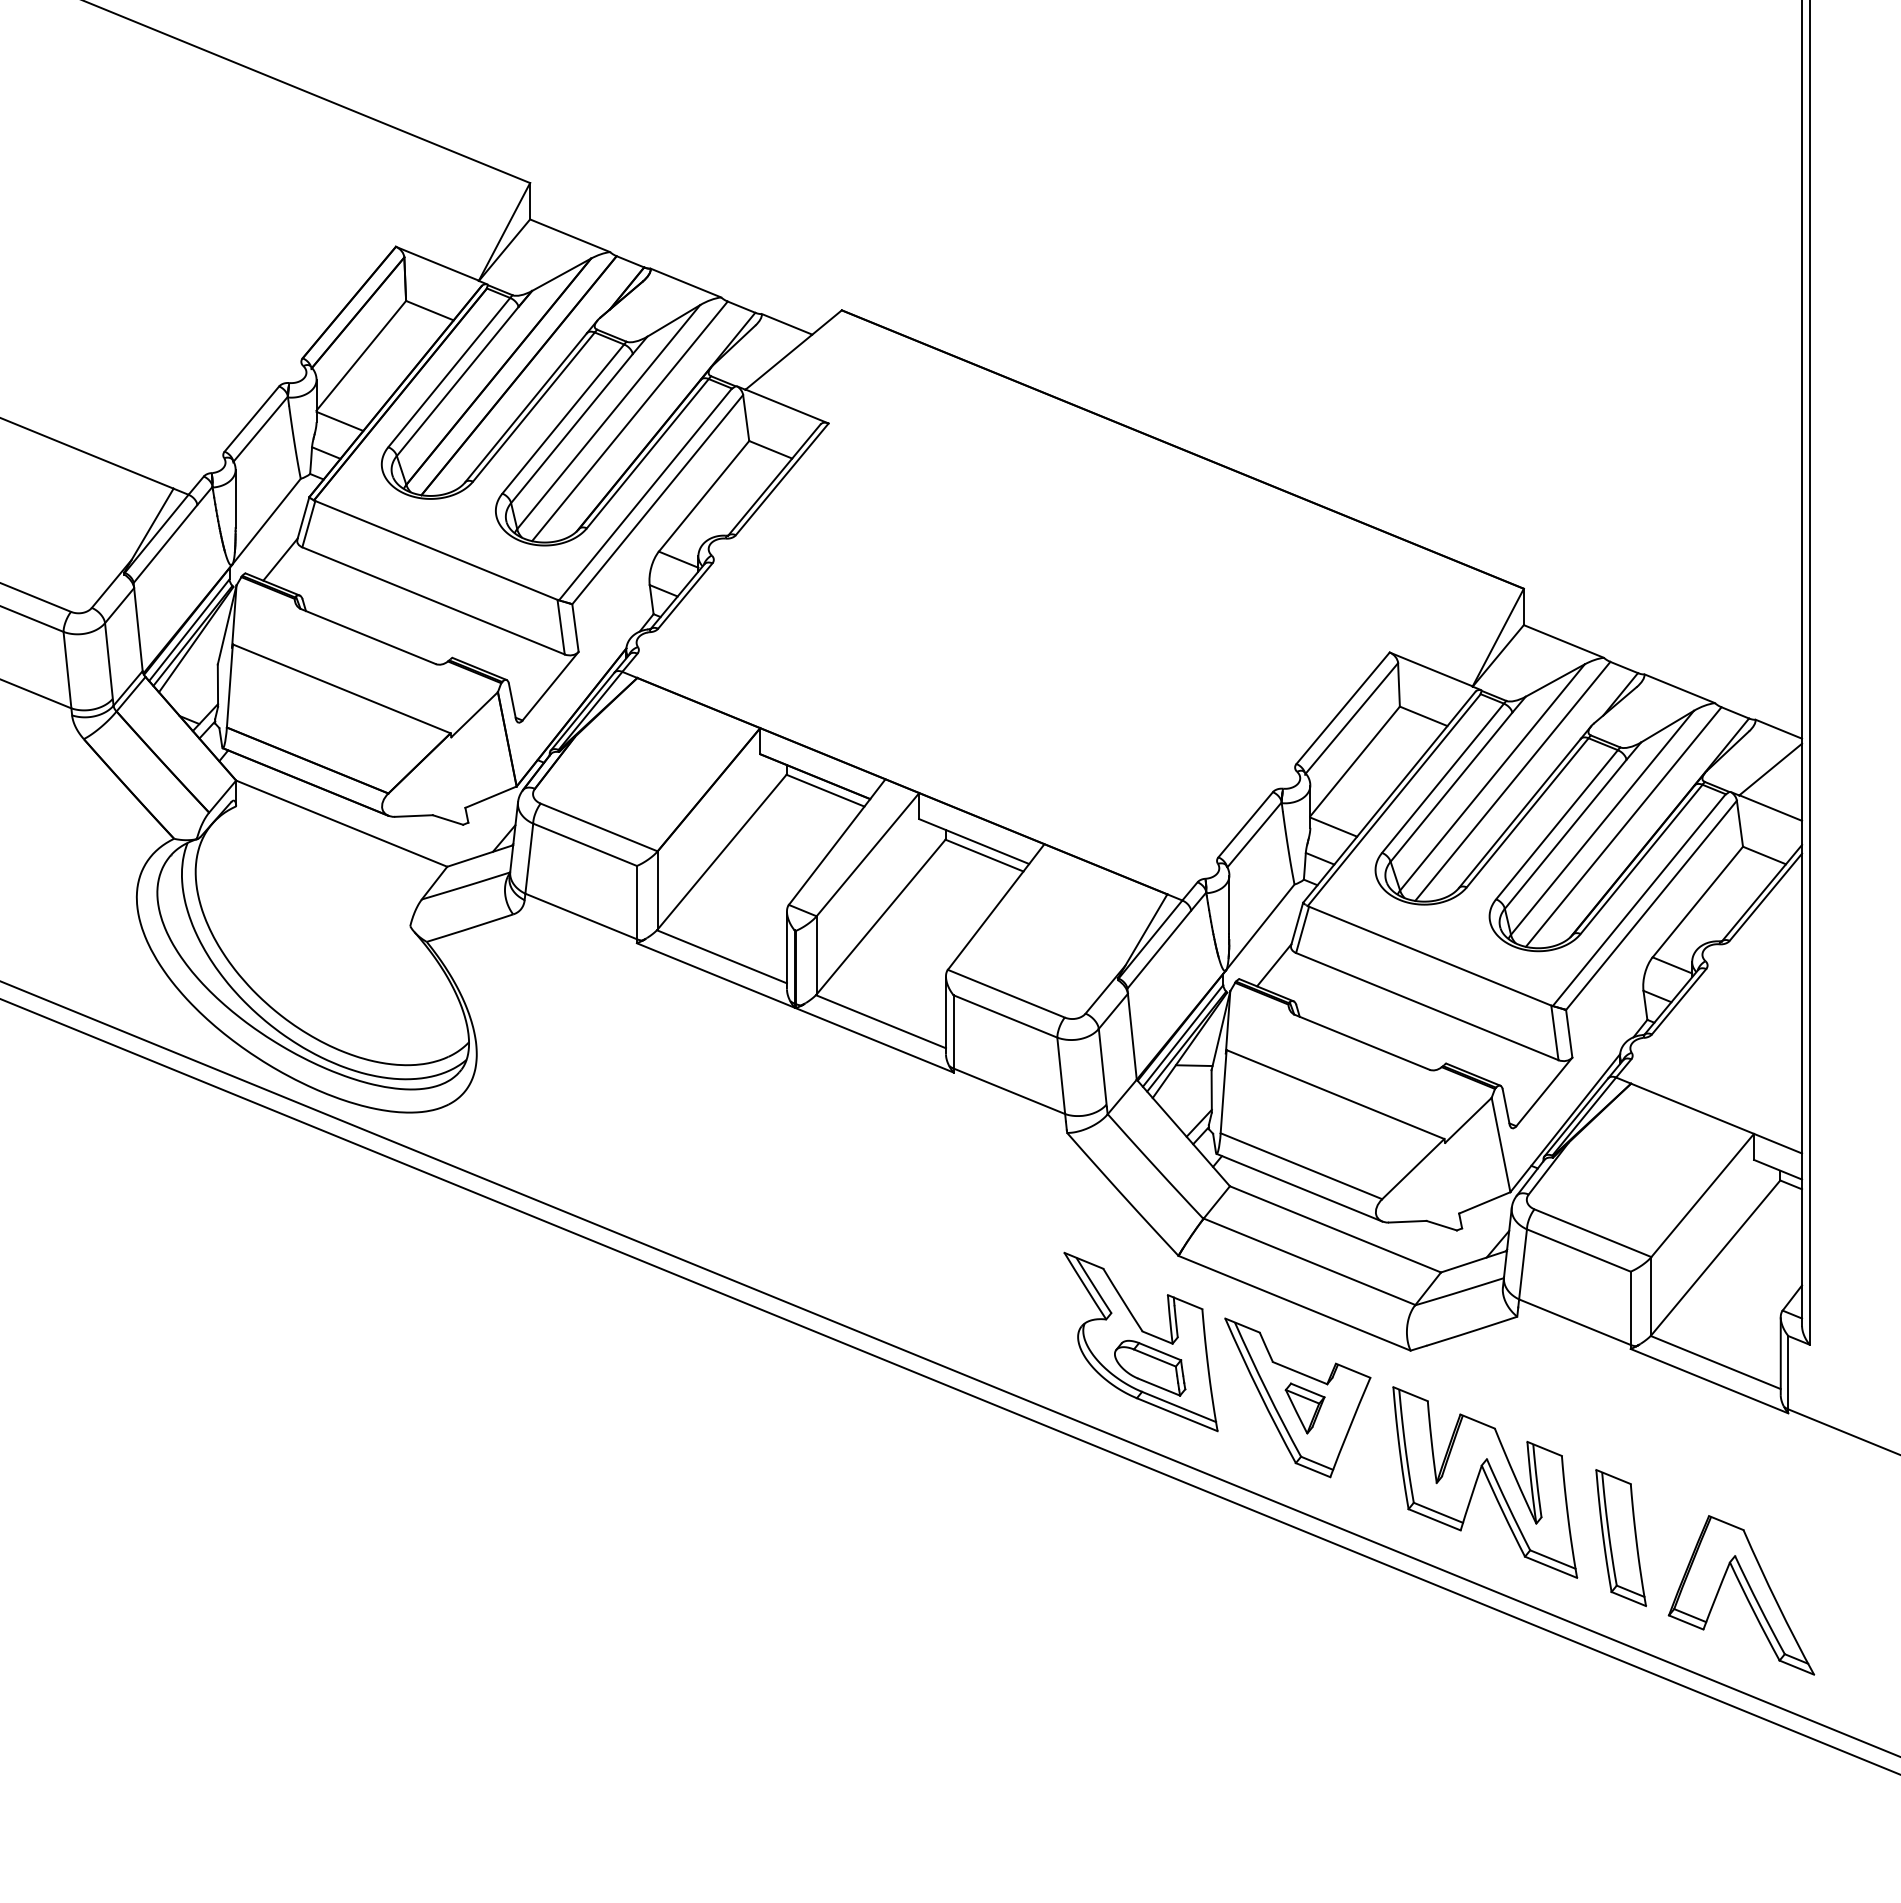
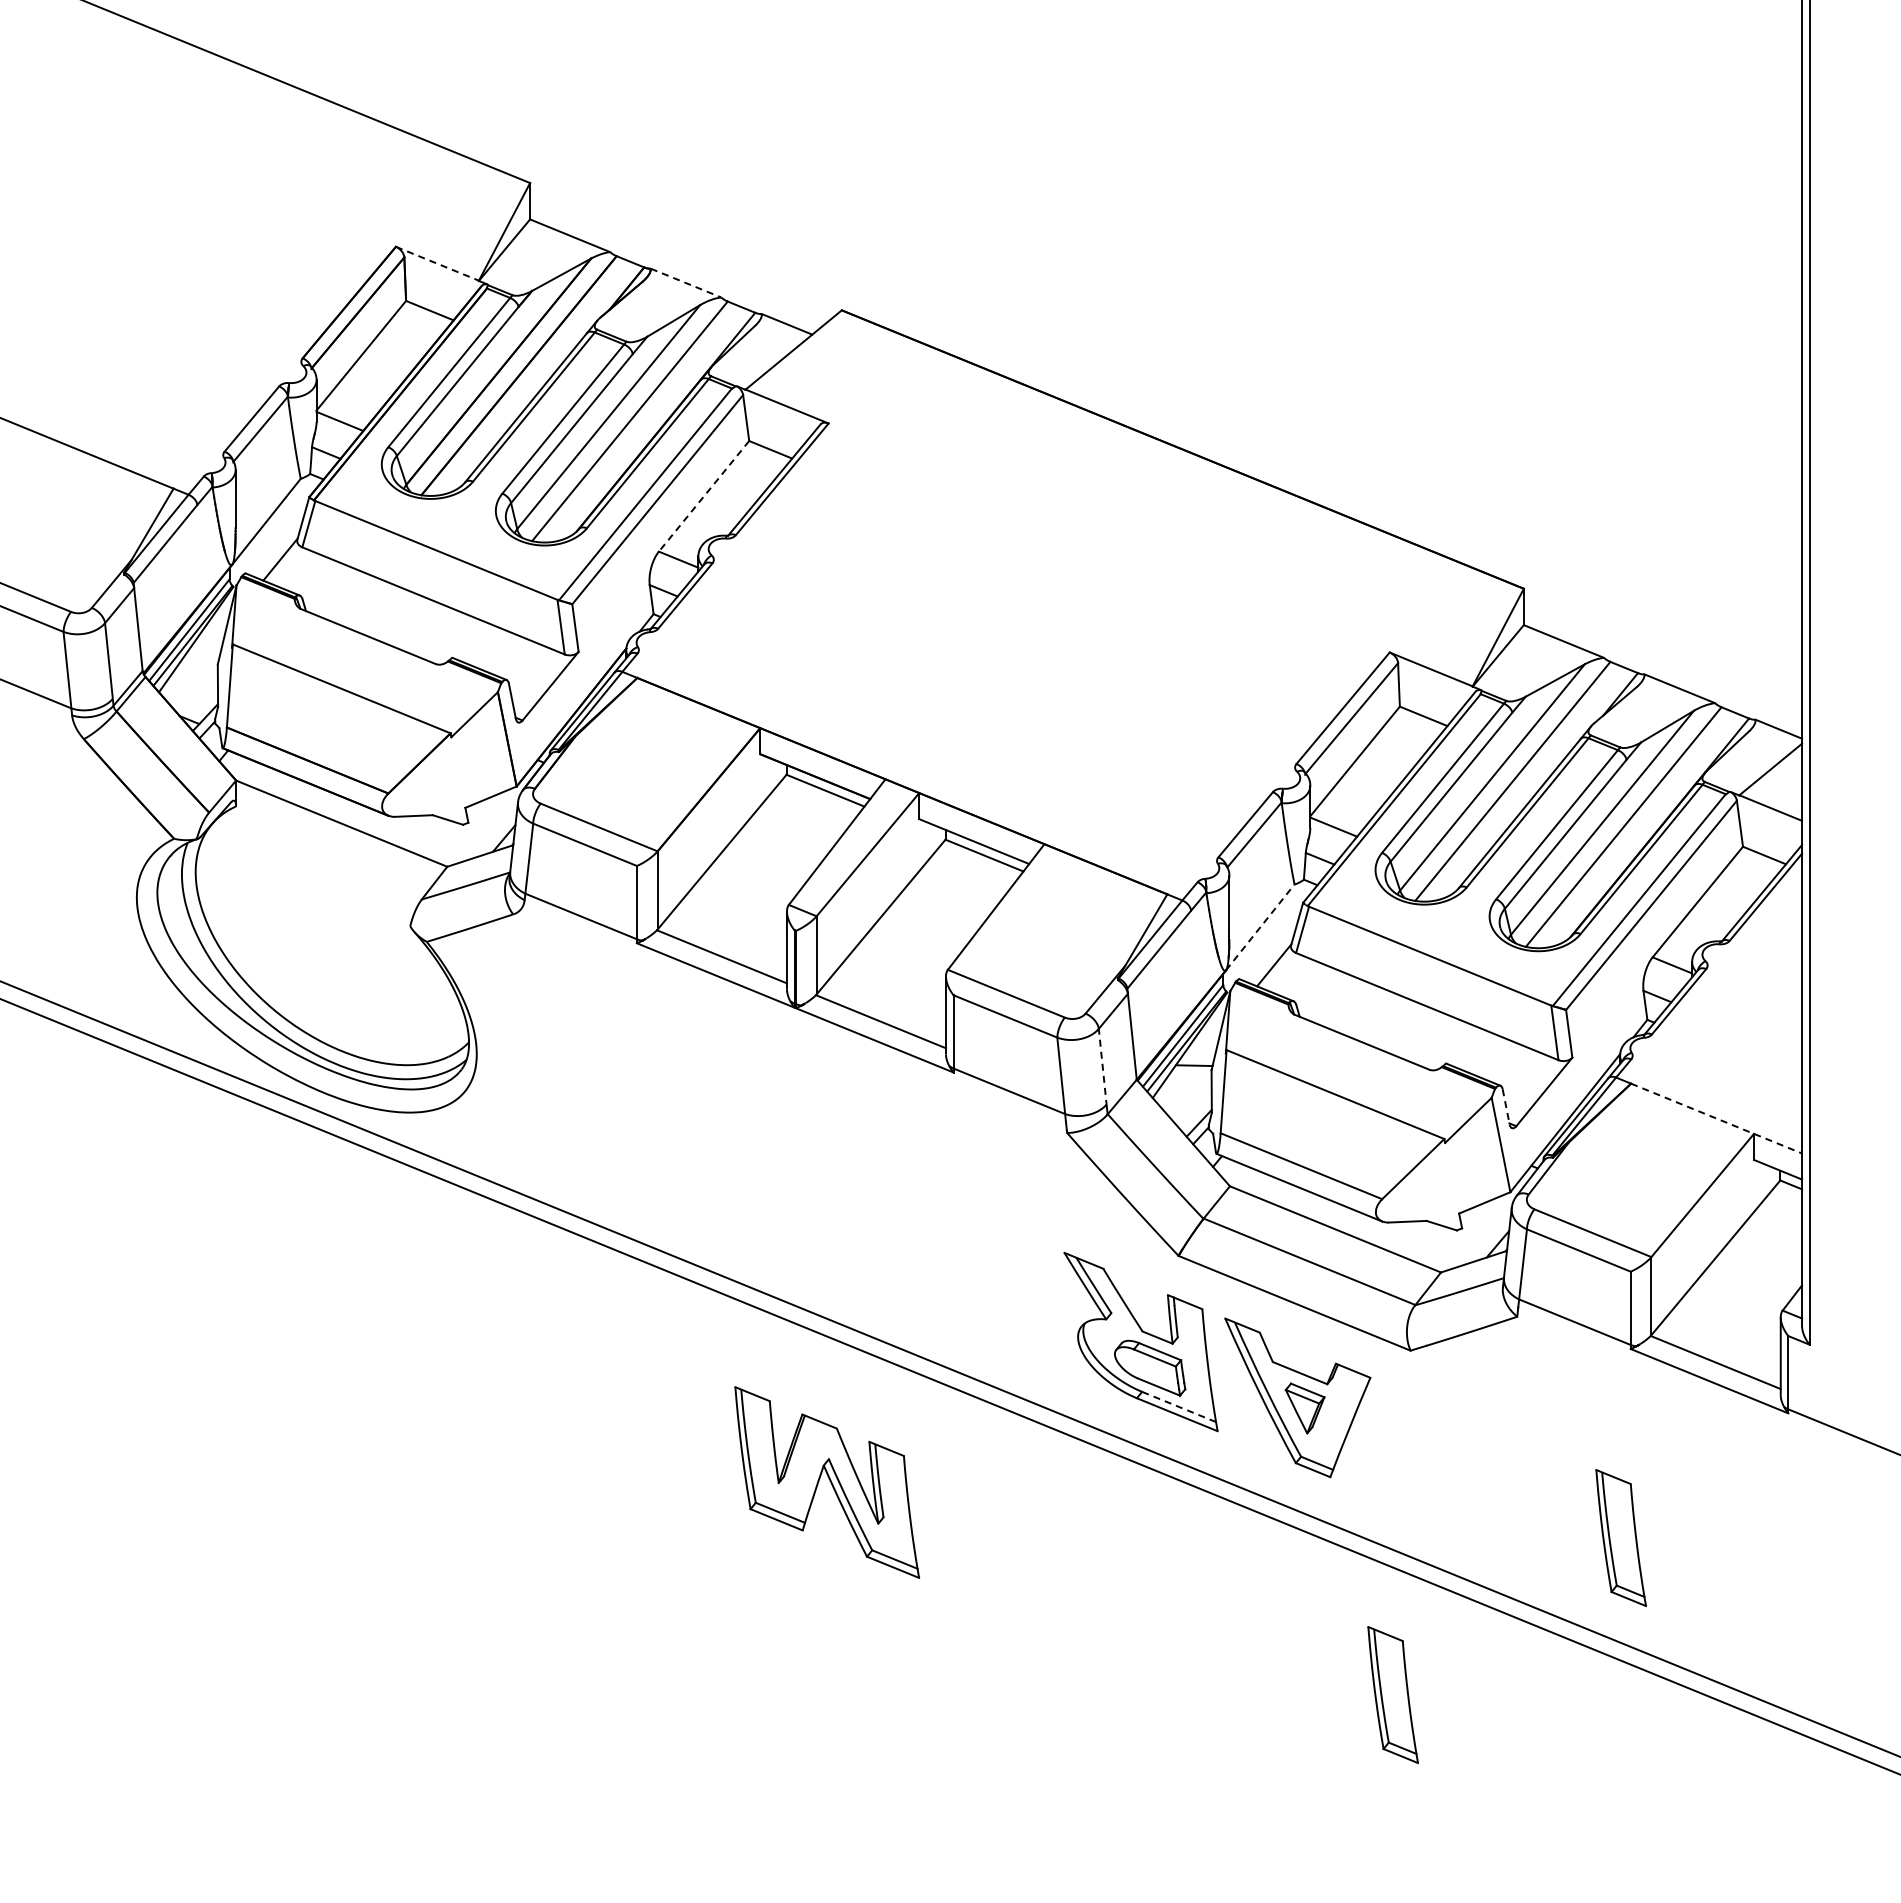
line at (437, 263): solid -> dashed
line at (686, 283): solid -> dashed
line at (703, 496): solid -> dashed
line at (1260, 927): solid -> dashed
line at (1102, 1067): solid -> dashed
line at (1506, 1107): solid -> dashed
line at (1717, 1118): solid -> dashed
line at (1179, 1406): solid -> dashed
part at (1485, 1482) position: (1485, 1482) -> (827, 1482)
part at (1741, 1595): present -> none
part at (1392, 1695): none -> present
